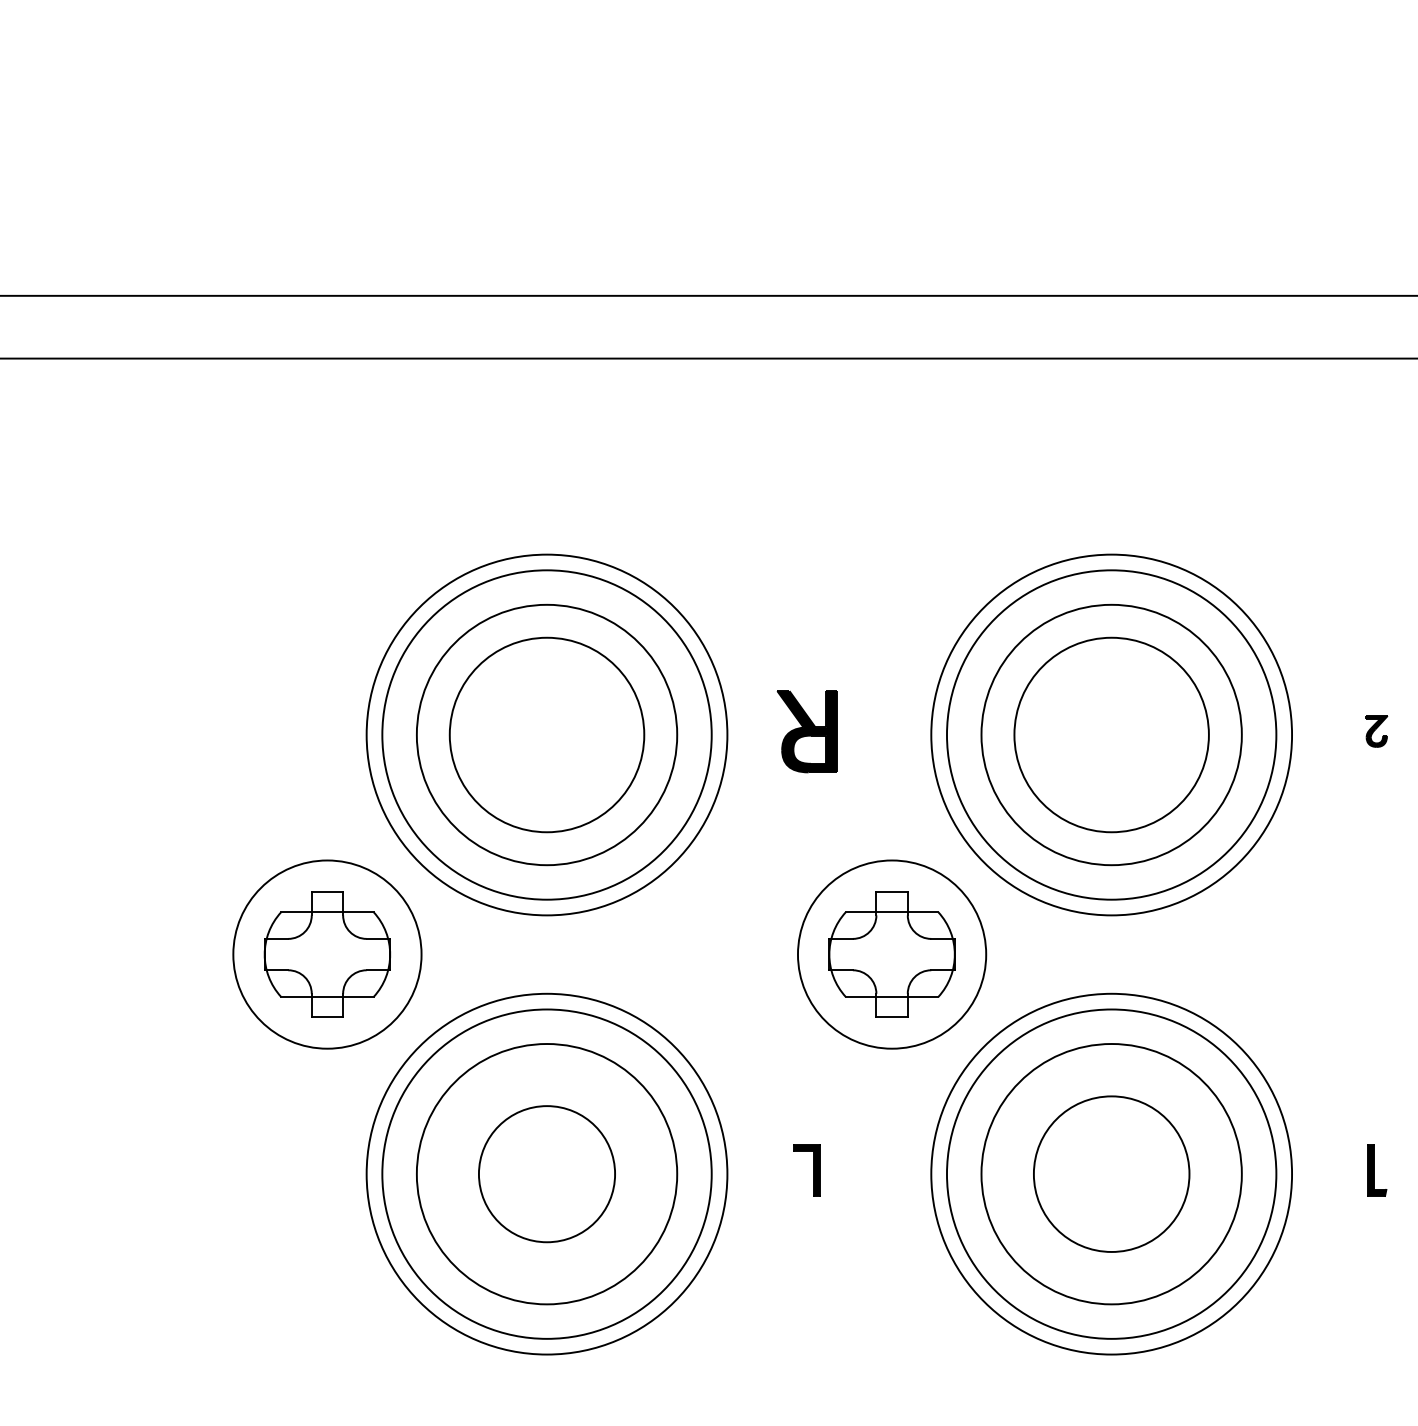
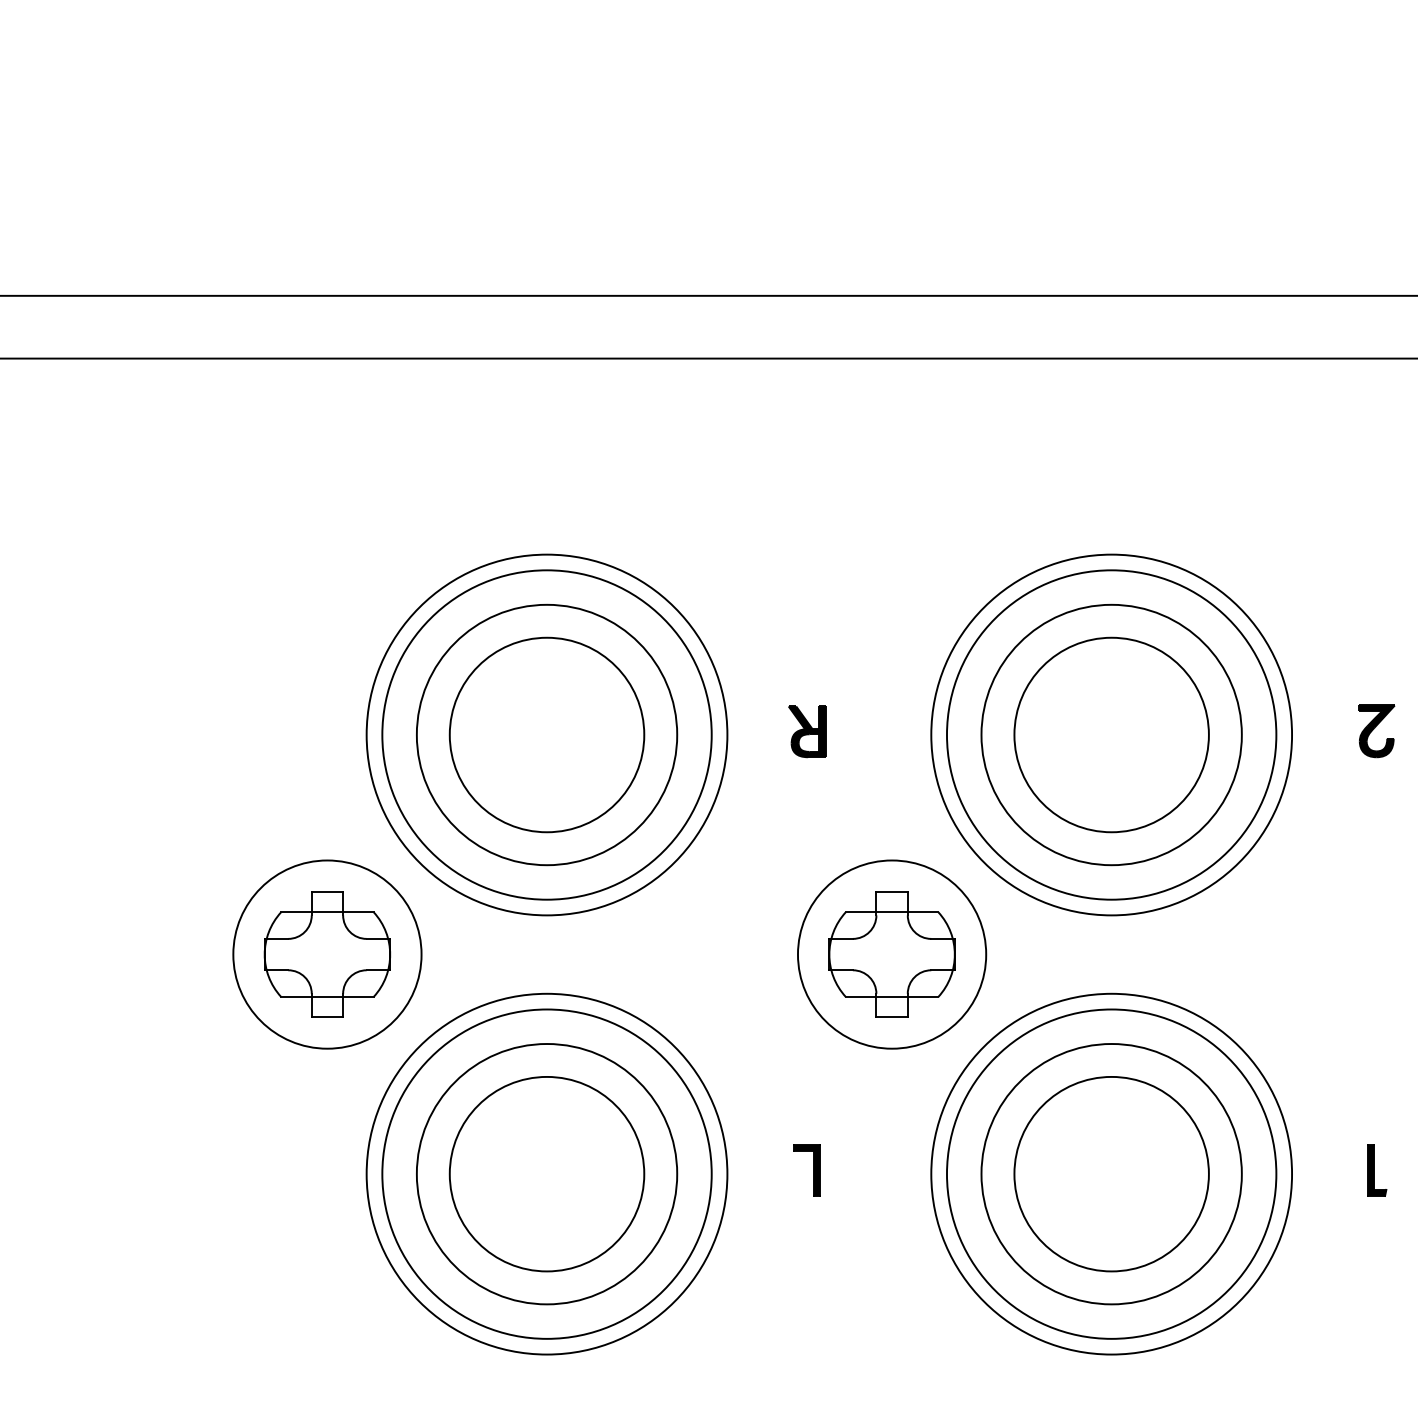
part at (806, 731) size: 62x84 px -> 39x54 px
part at (1376, 731) size: 24x33 px -> 38x55 px
circle at (1111, 1173) diameter: 156 px -> 194 px
circle at (546, 1174) diameter: 136 px -> 194 px
